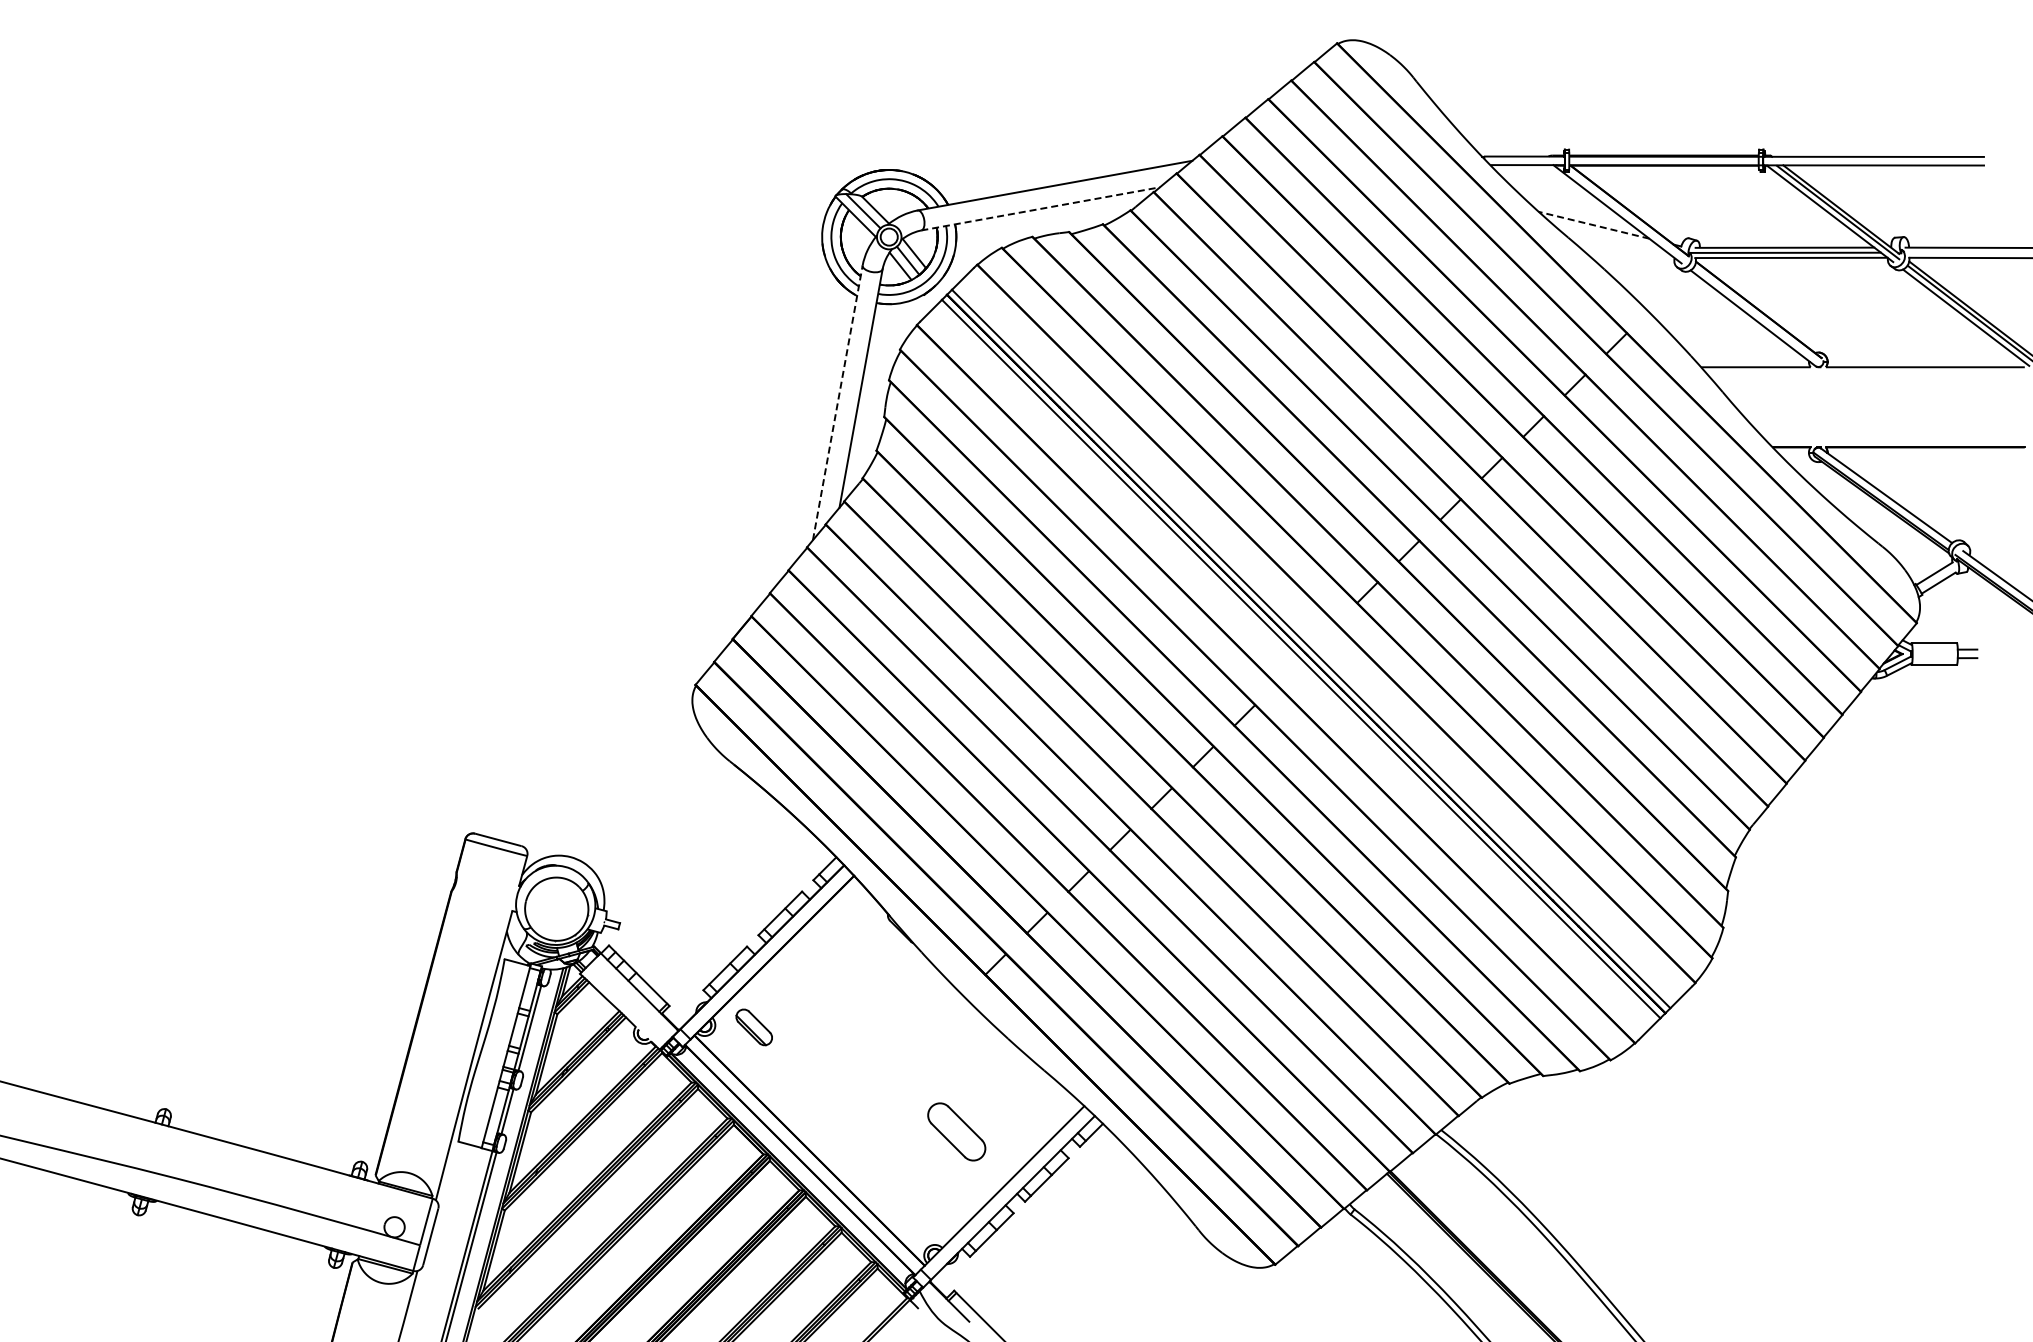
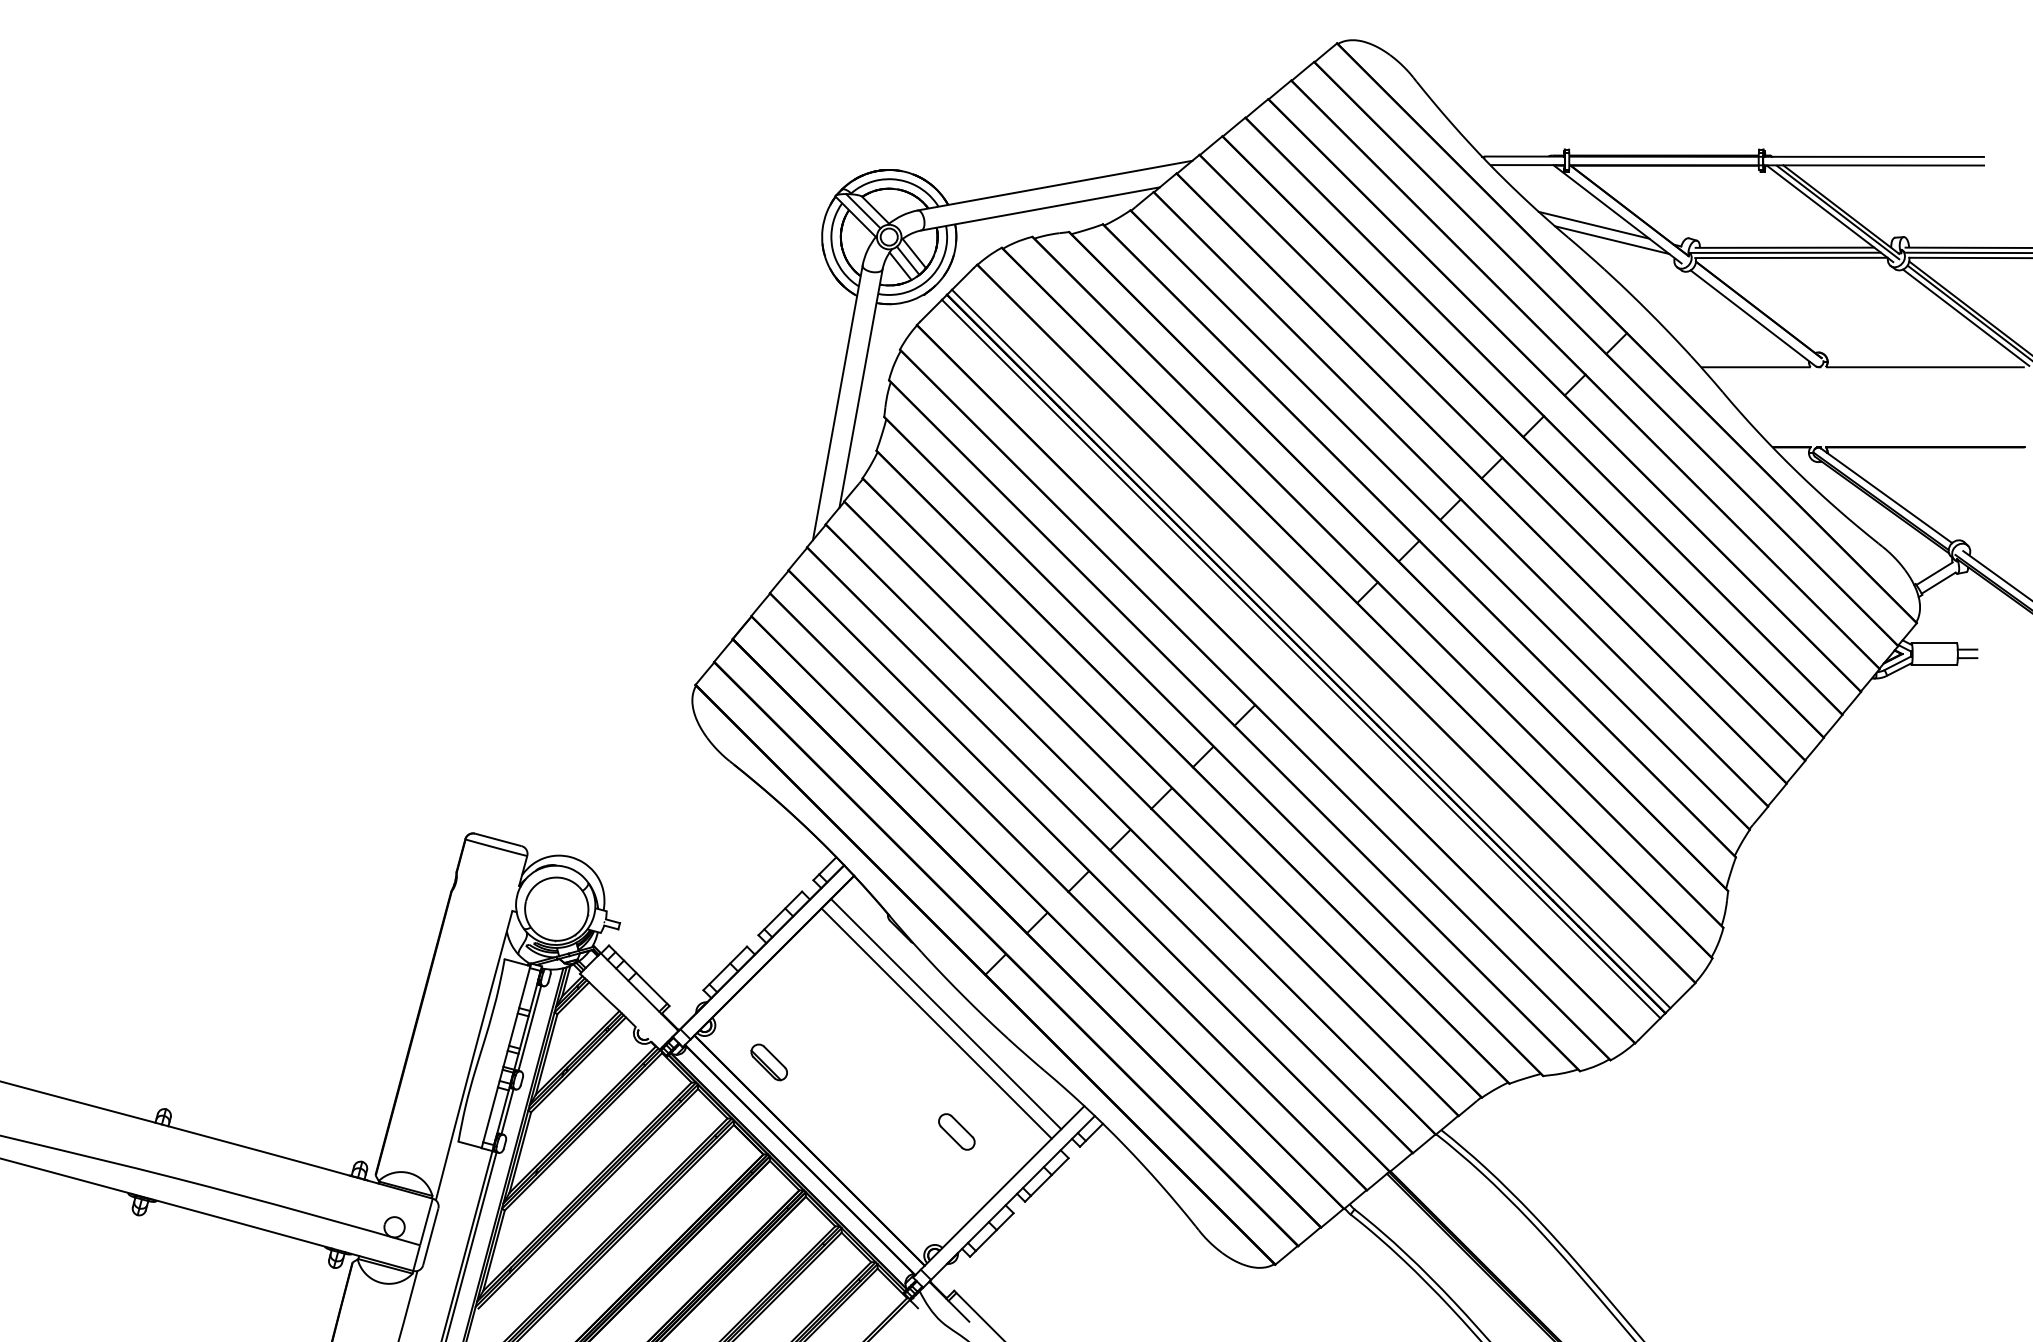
line at (1041, 208): dashed -> solid
line at (1594, 225): dashed -> solid
line at (1612, 240): none -> present
line at (1967, 252): none -> present
line at (837, 402): dashed -> solid
line at (946, 1013): none -> present
line at (936, 1023): none -> present
part at (753, 1027) position: (753, 1027) -> (768, 1062)
part at (956, 1131) size: 60x60 px -> 38x38 px
